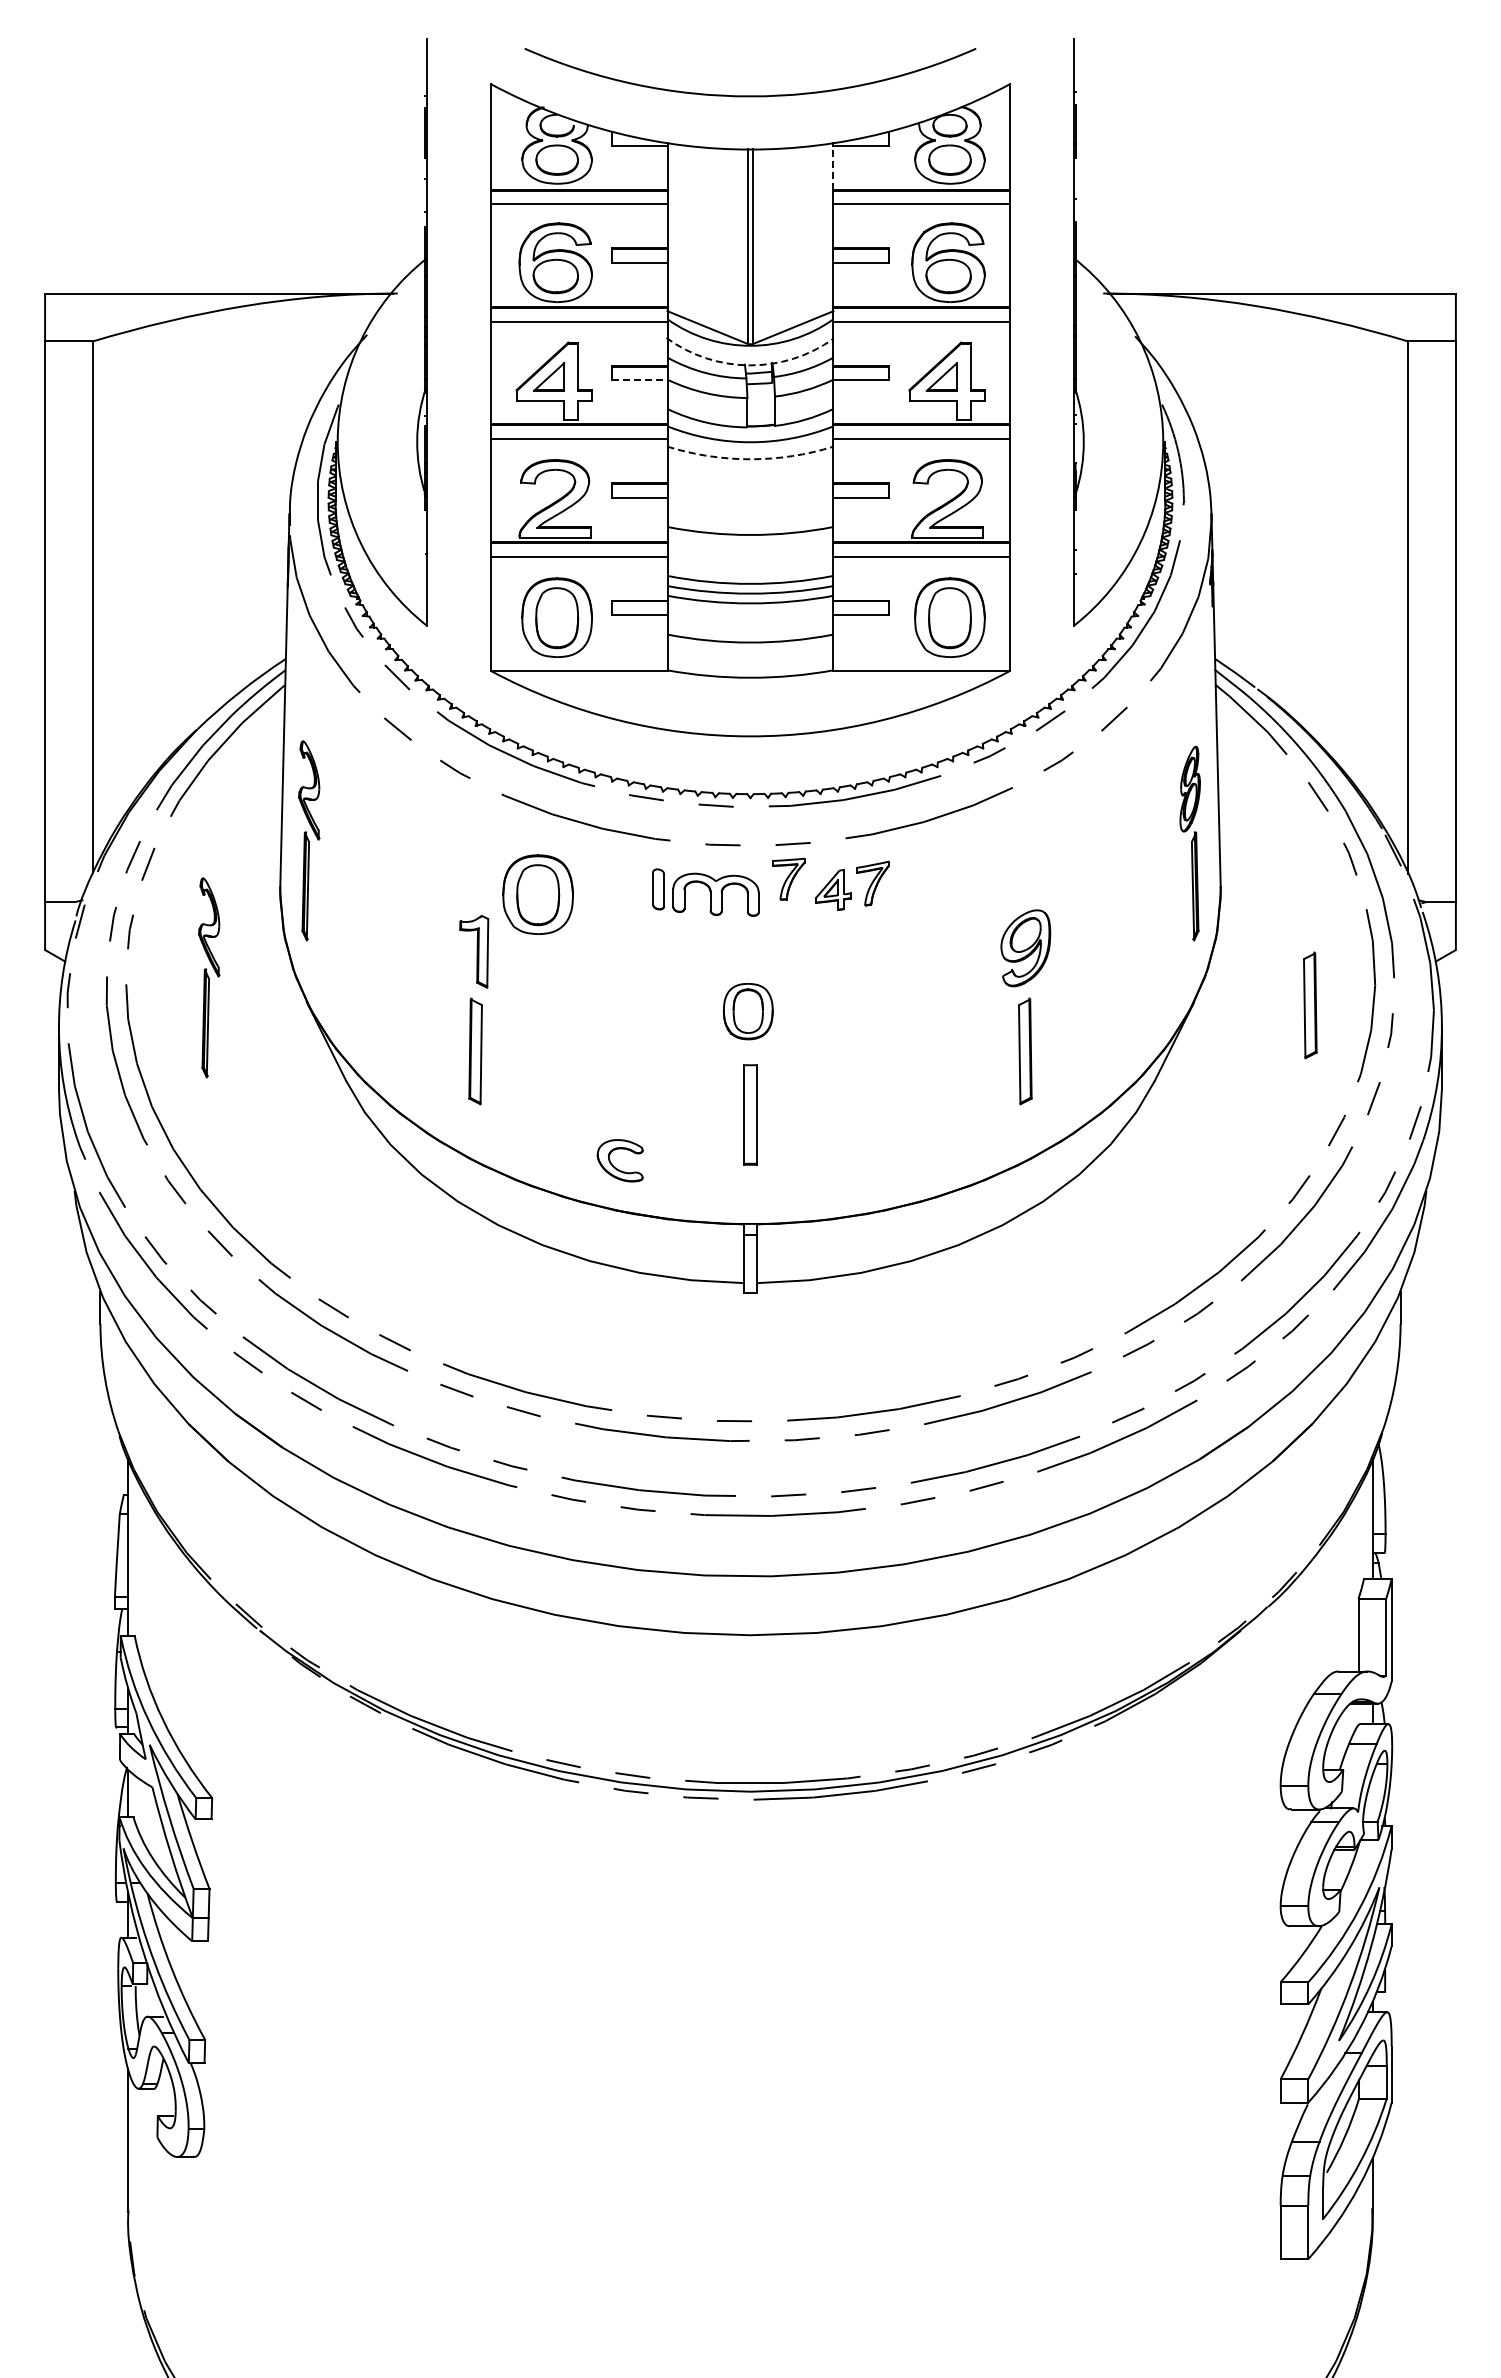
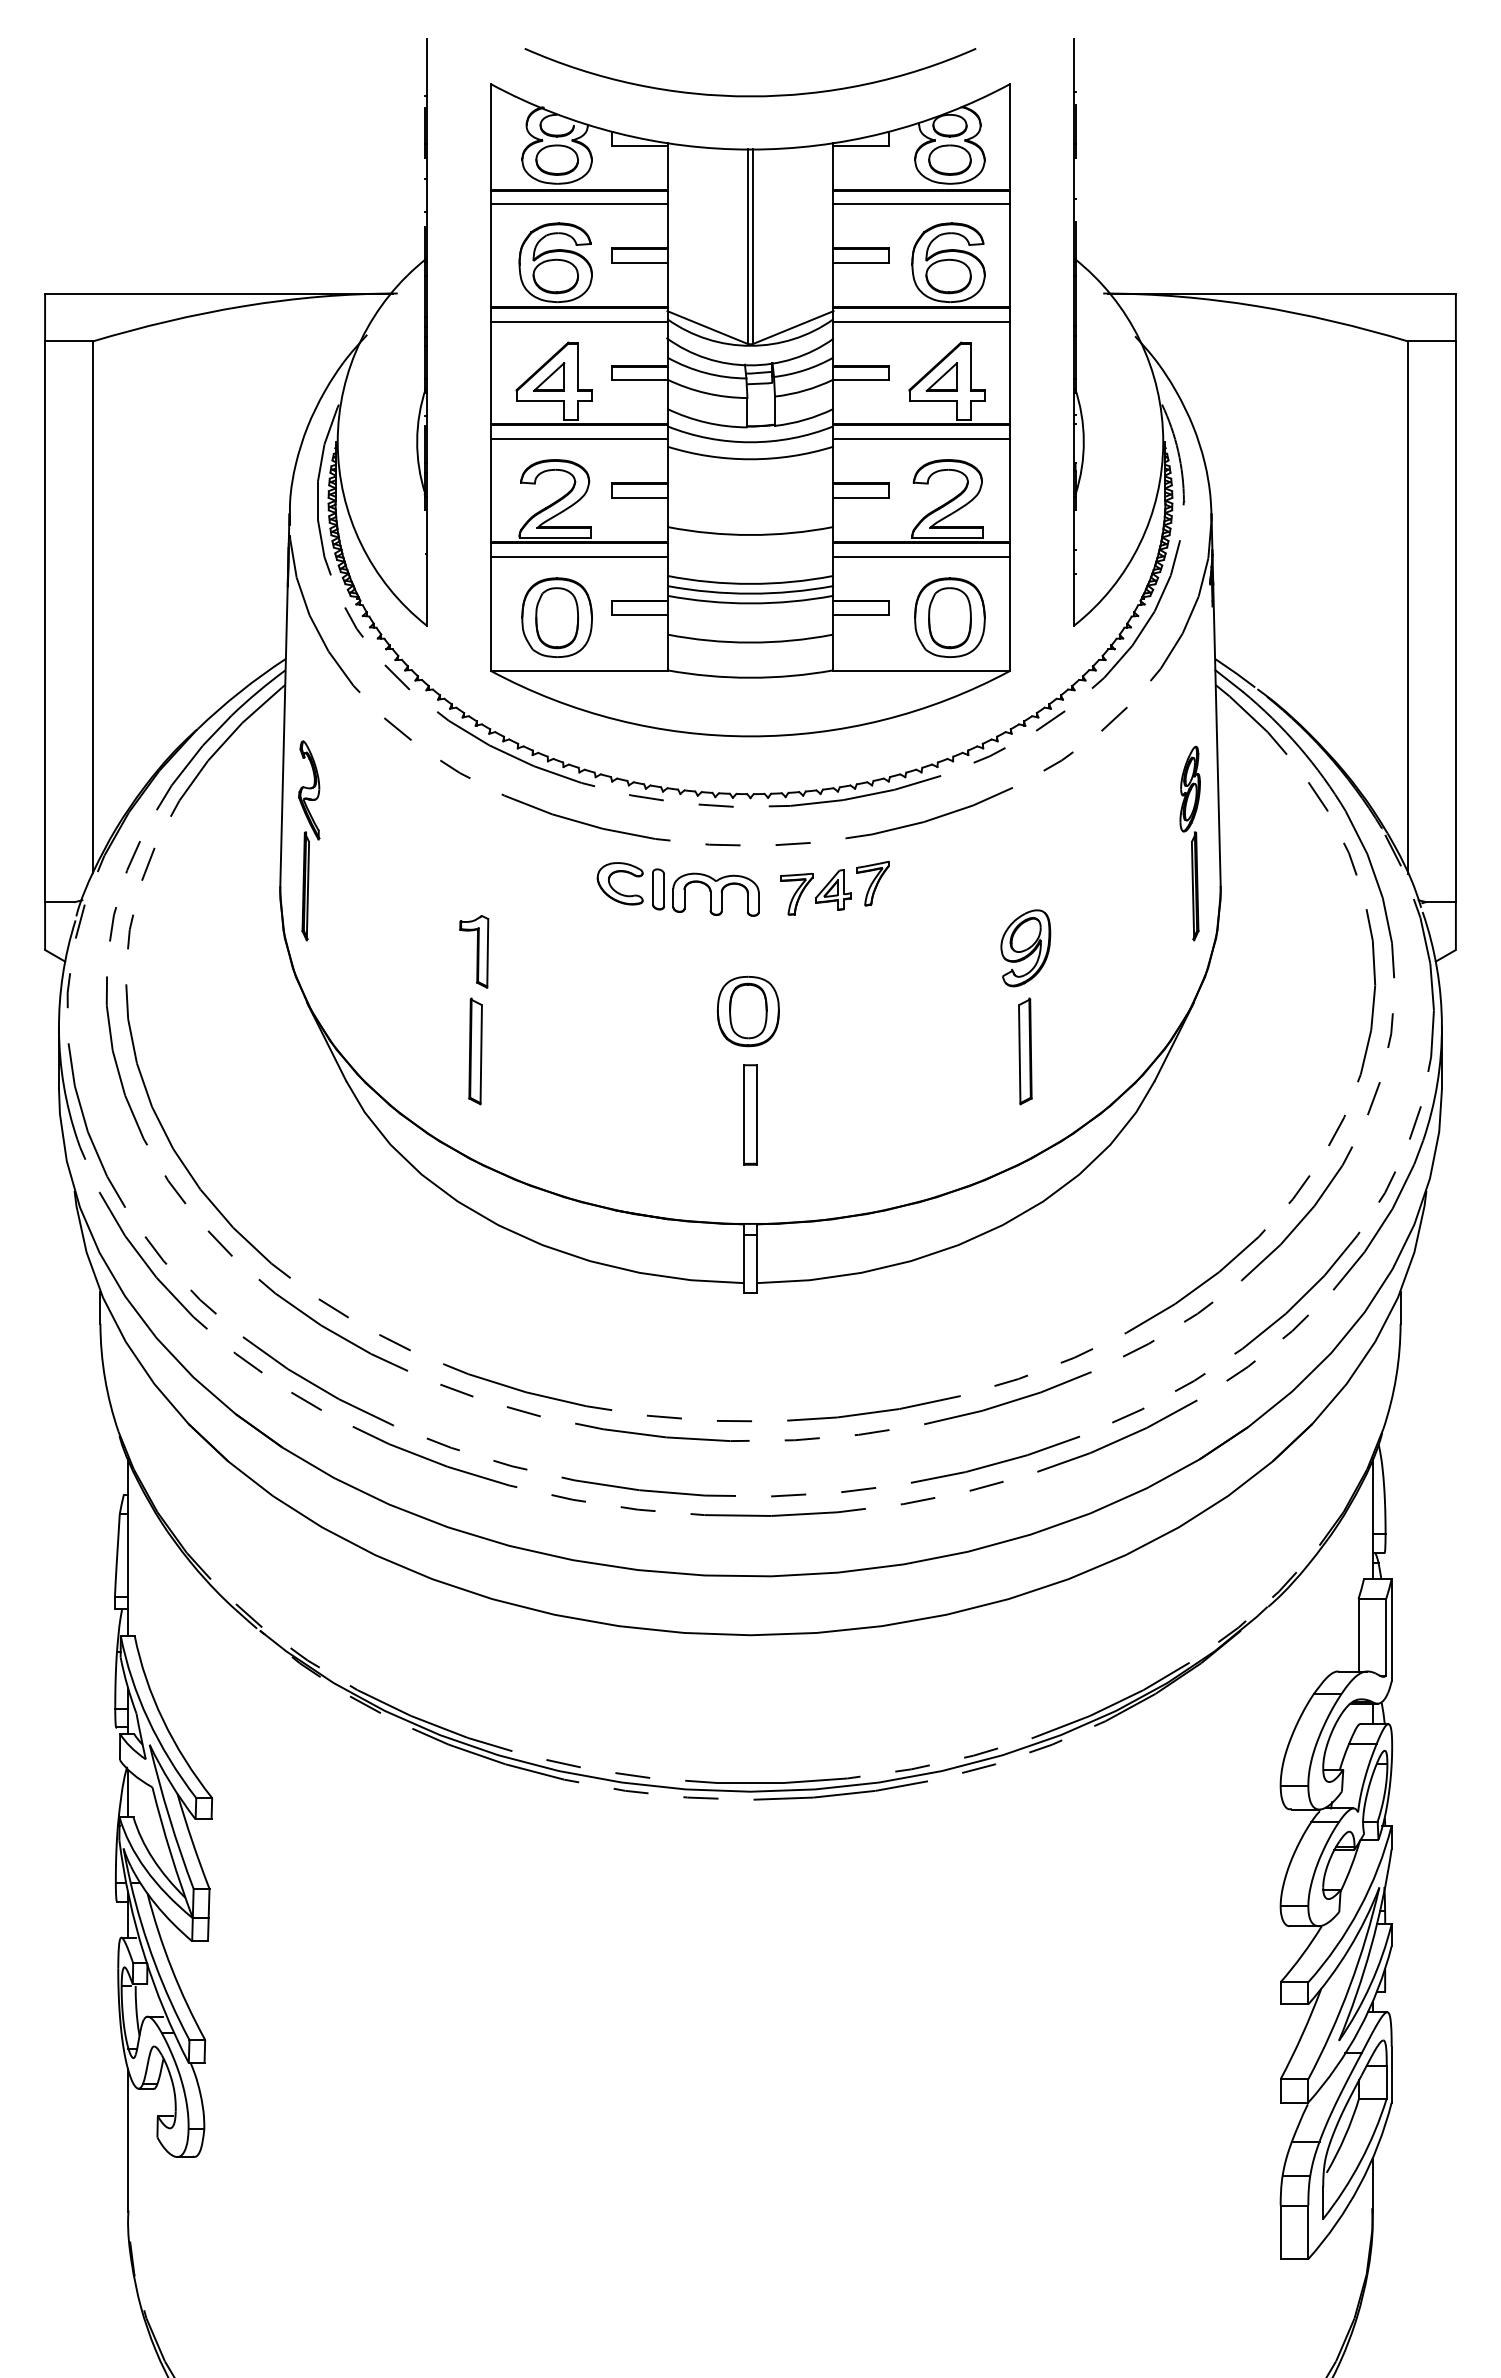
line at (833, 167): dashed -> solid
arc at (749, 365): dashed -> solid
line at (639, 380): dashed -> solid
arc at (750, 459): dashed -> solid
part at (788, 878) position: (788, 878) -> (796, 893)
part at (537, 894): present -> none
part at (209, 977): present -> none
part at (1310, 1005): present -> none
part at (748, 1011) size: 51x58 px -> 64x72 px
part at (612, 1163) position: (612, 1163) -> (612, 886)
